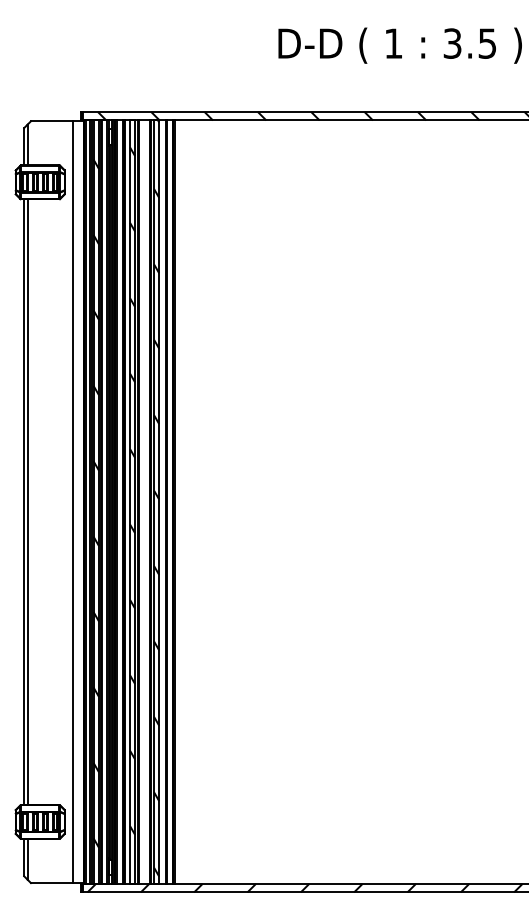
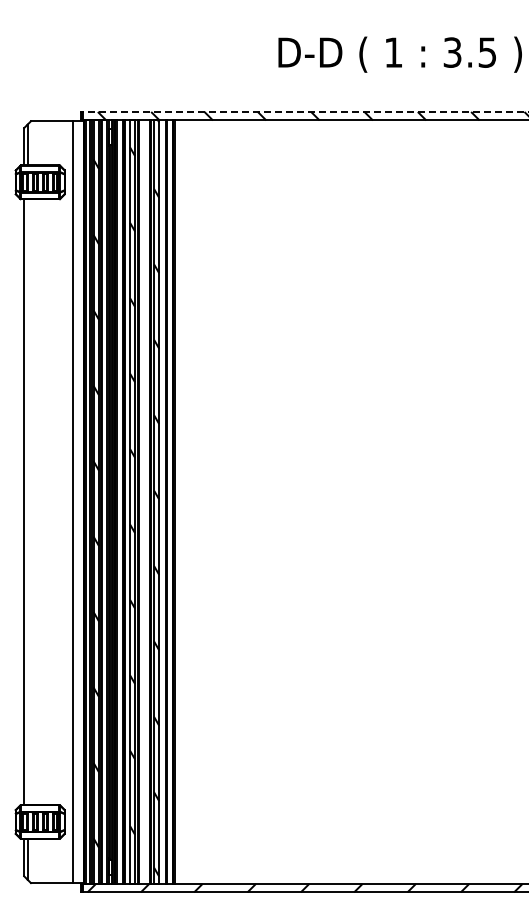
text at (399, 45) position: (399, 45) -> (399, 54)
line at (306, 111): solid -> dashed
line at (27, 502): present -> none
